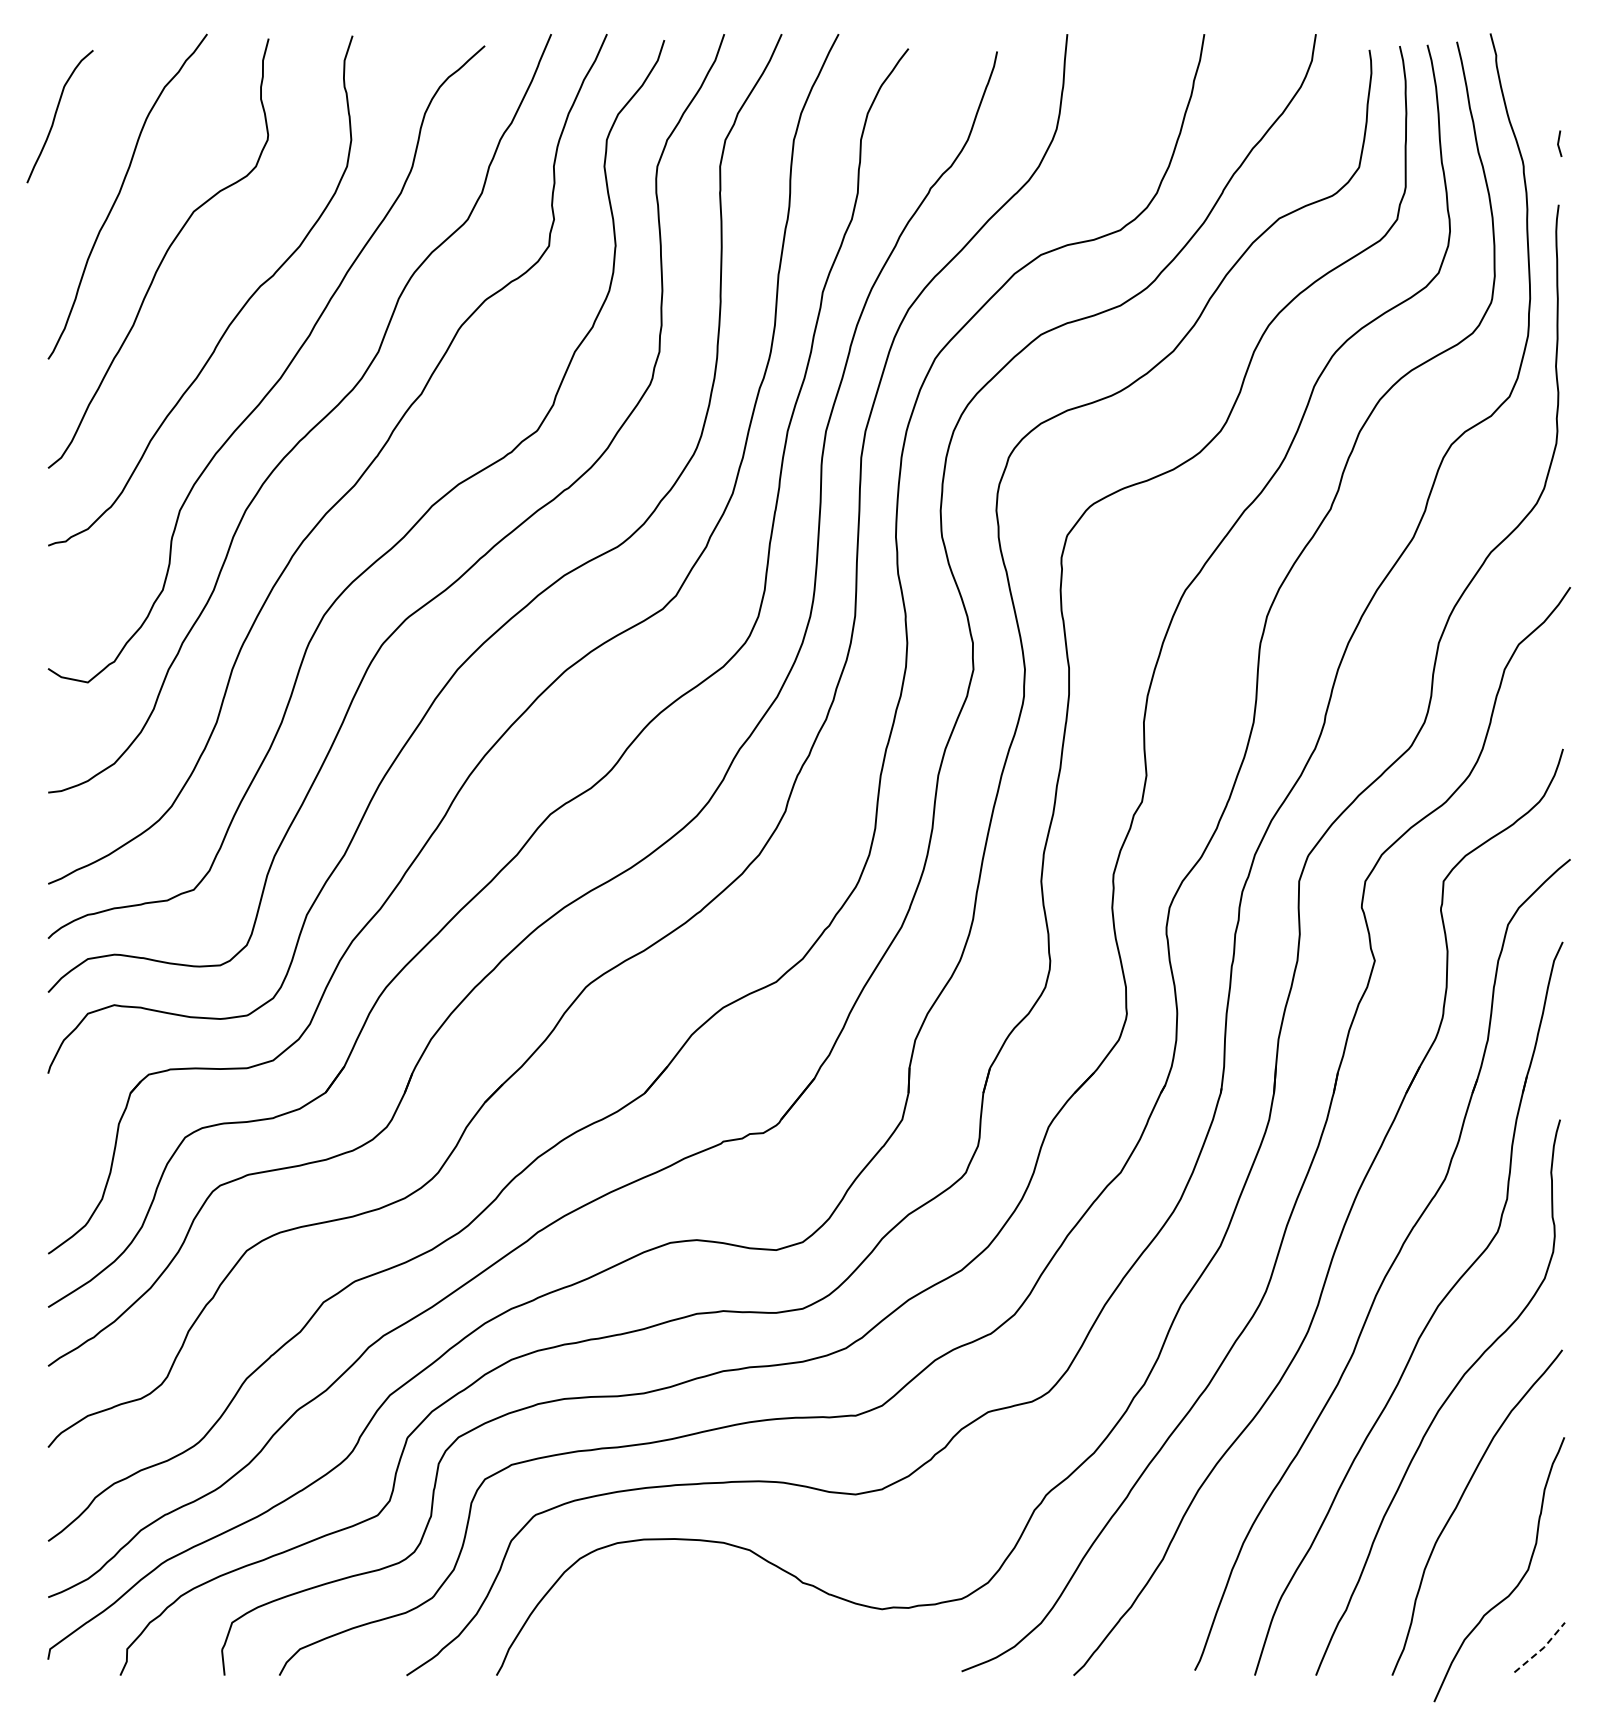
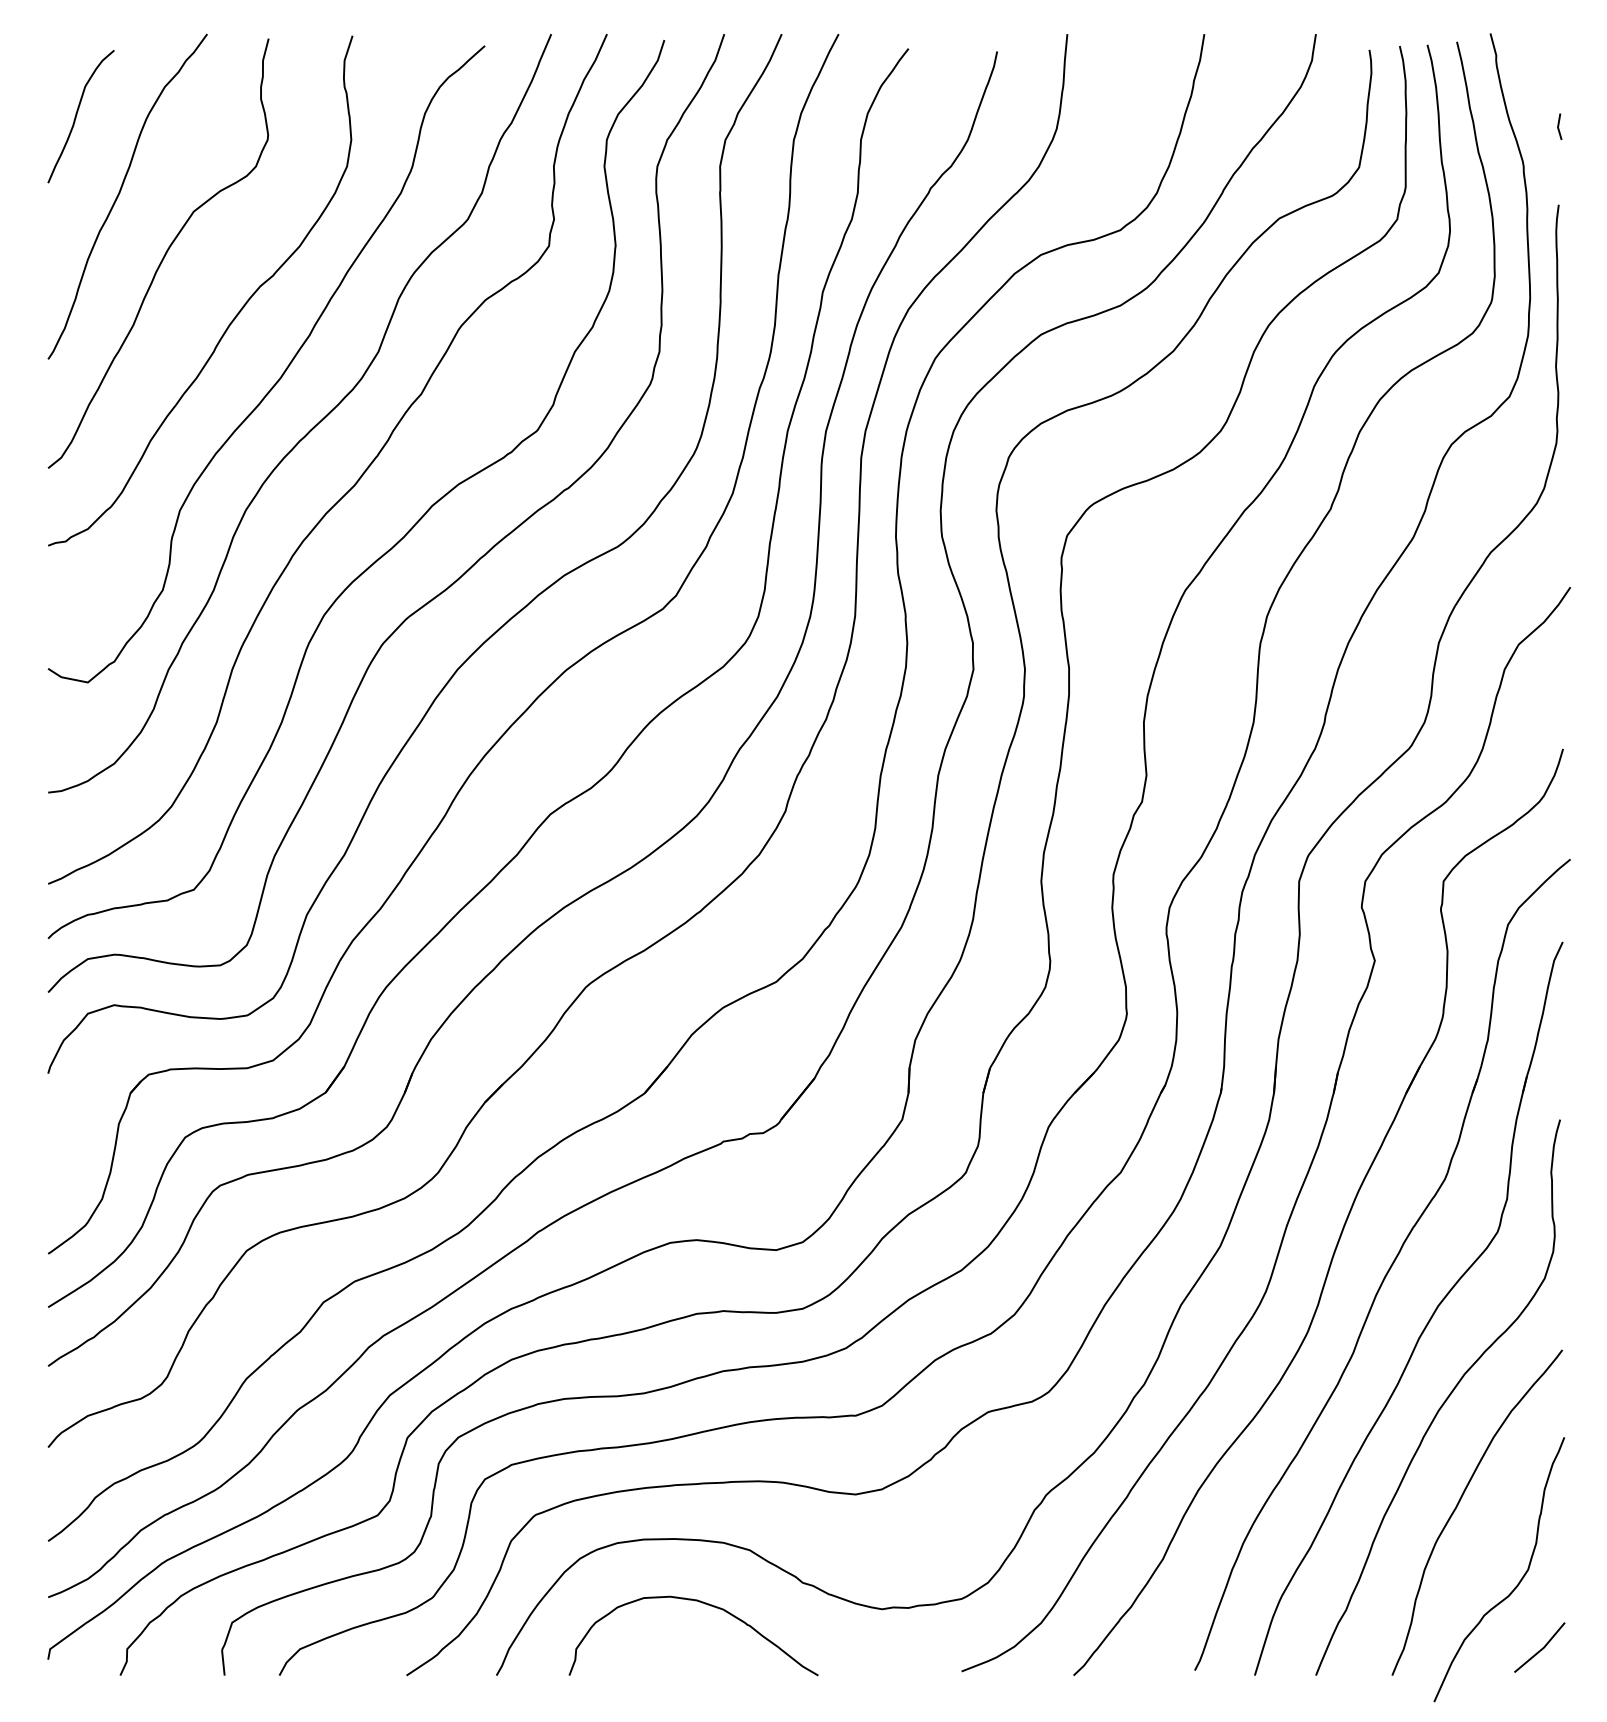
curve at (56, 114) position: (56, 114) -> (77, 114)
line at (1559, 143) position: (1559, 143) -> (1559, 126)
curve at (707, 1605): none -> present
line at (1542, 1648): dashed -> solid
